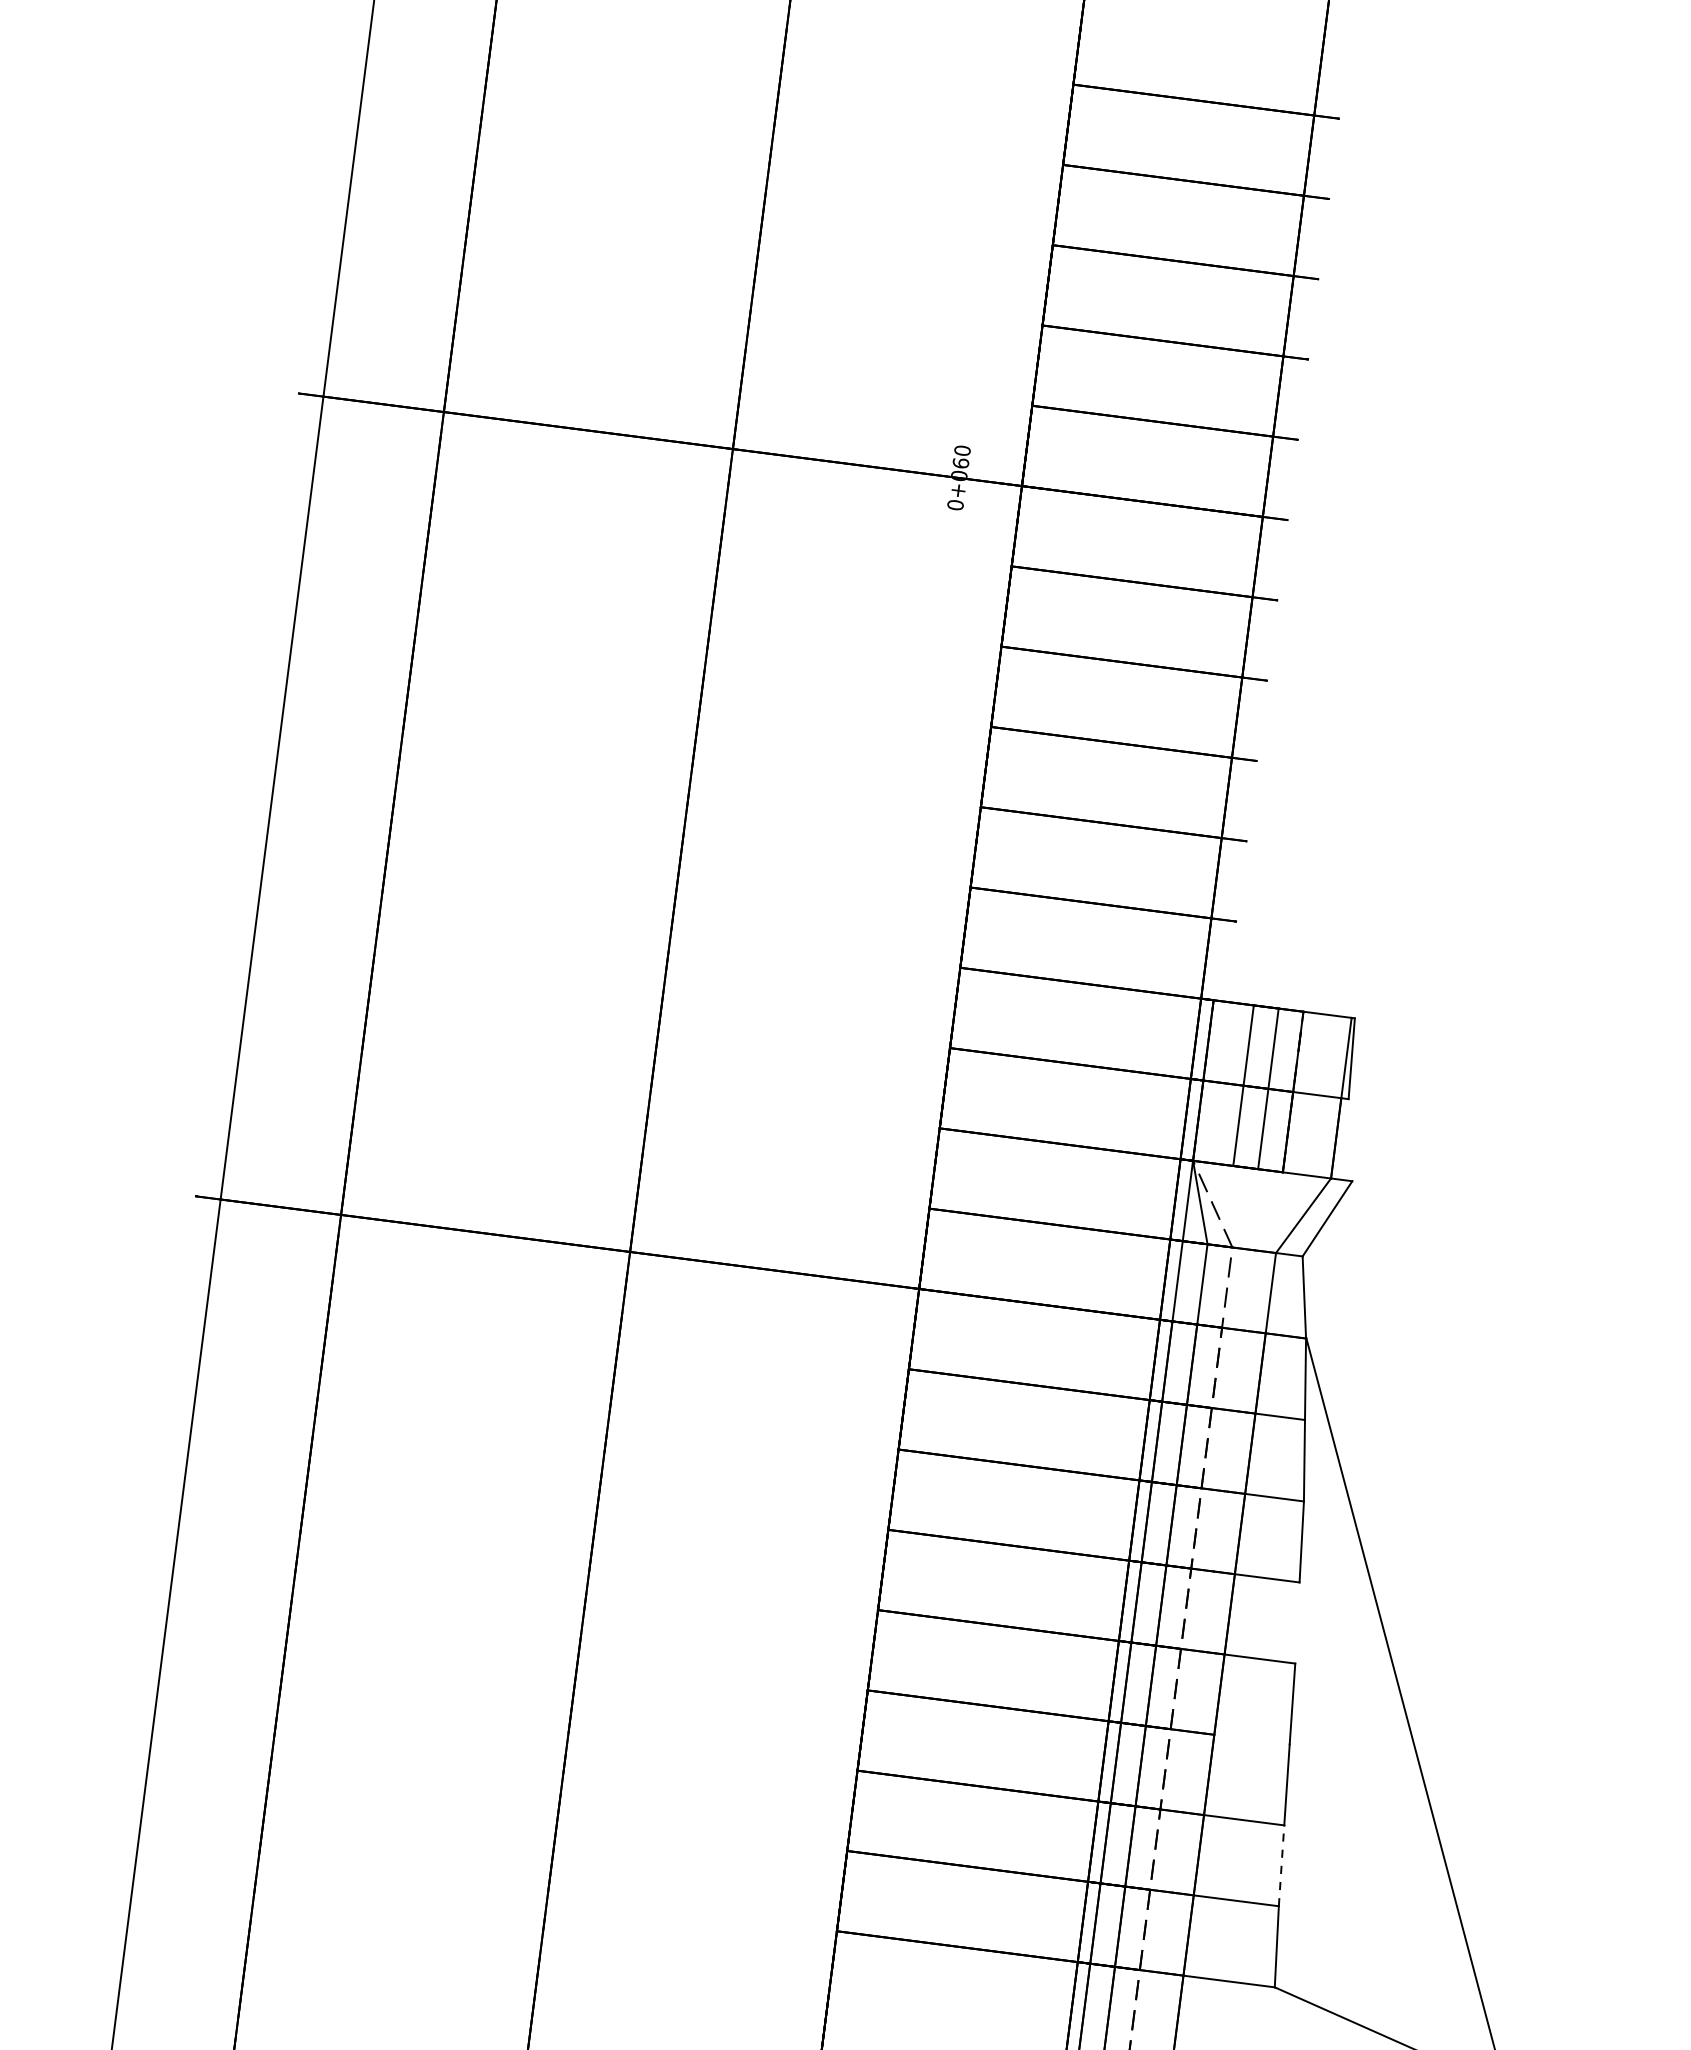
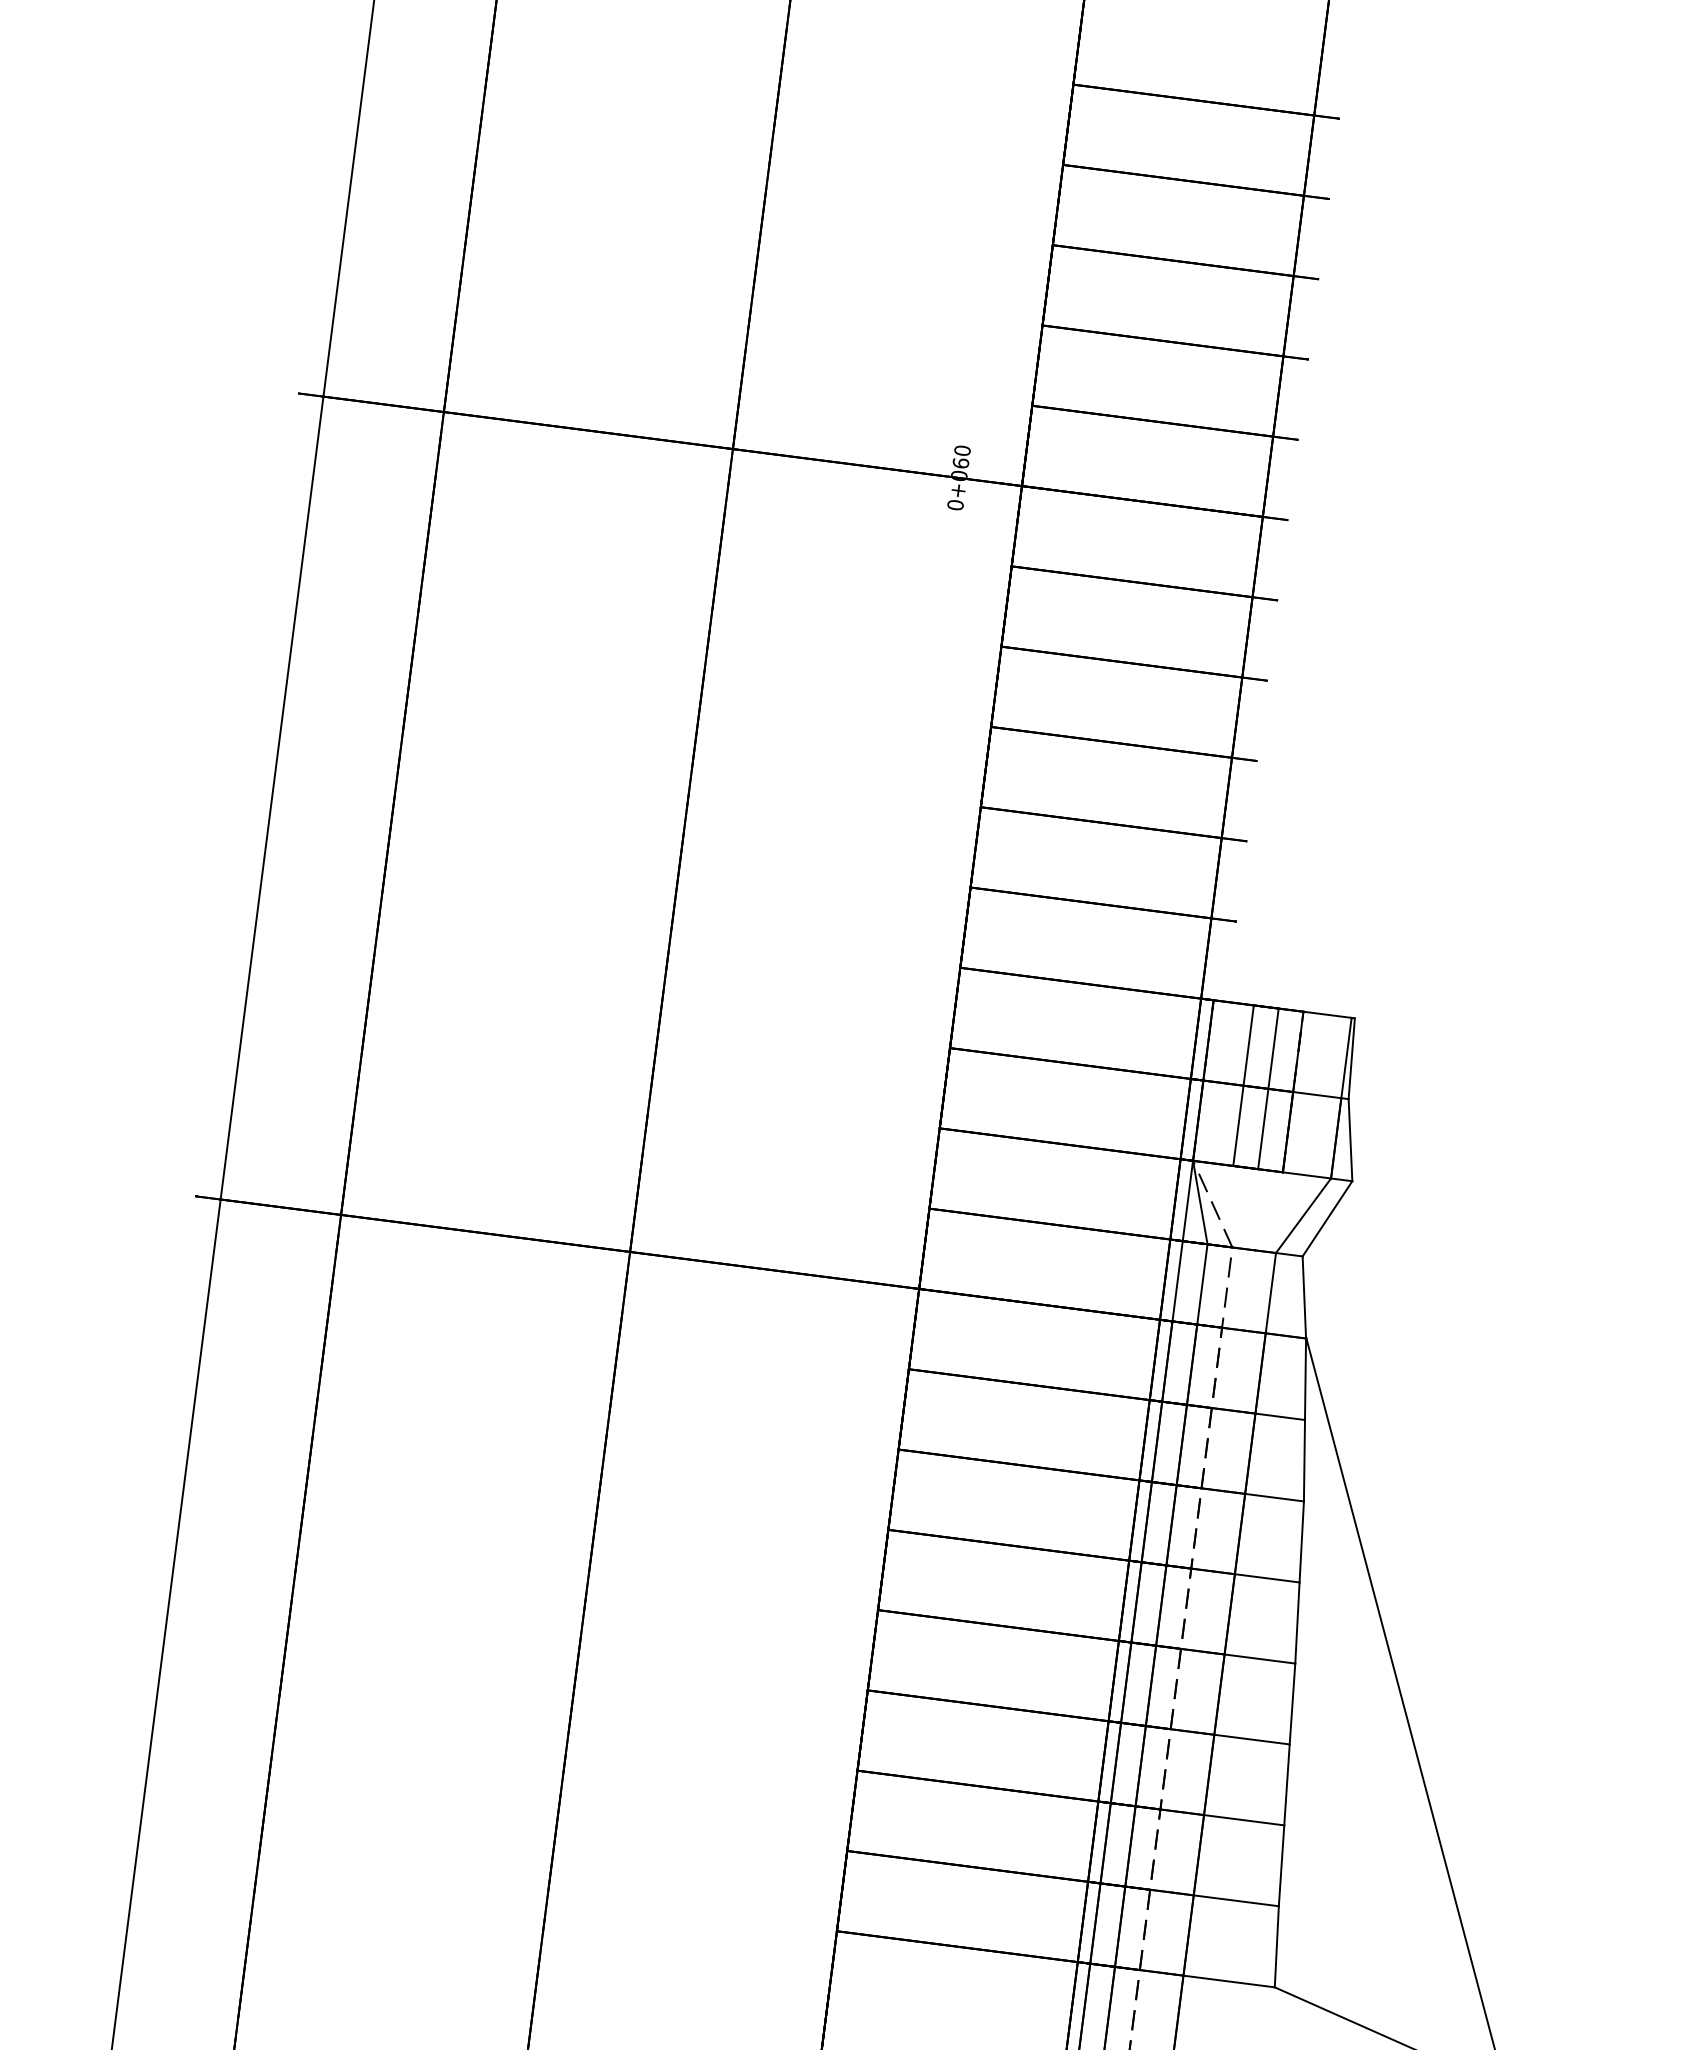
line at (1350, 1140): none -> present
line at (1297, 1622): none -> present
line at (1251, 1739): none -> present
line at (1281, 1865): dashed -> solid
